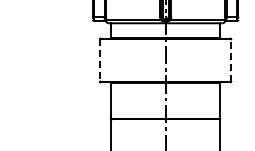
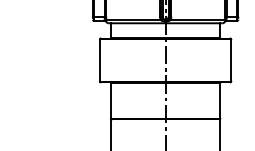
line at (231, 59): dashed -> solid
line at (100, 60): dashed -> solid
